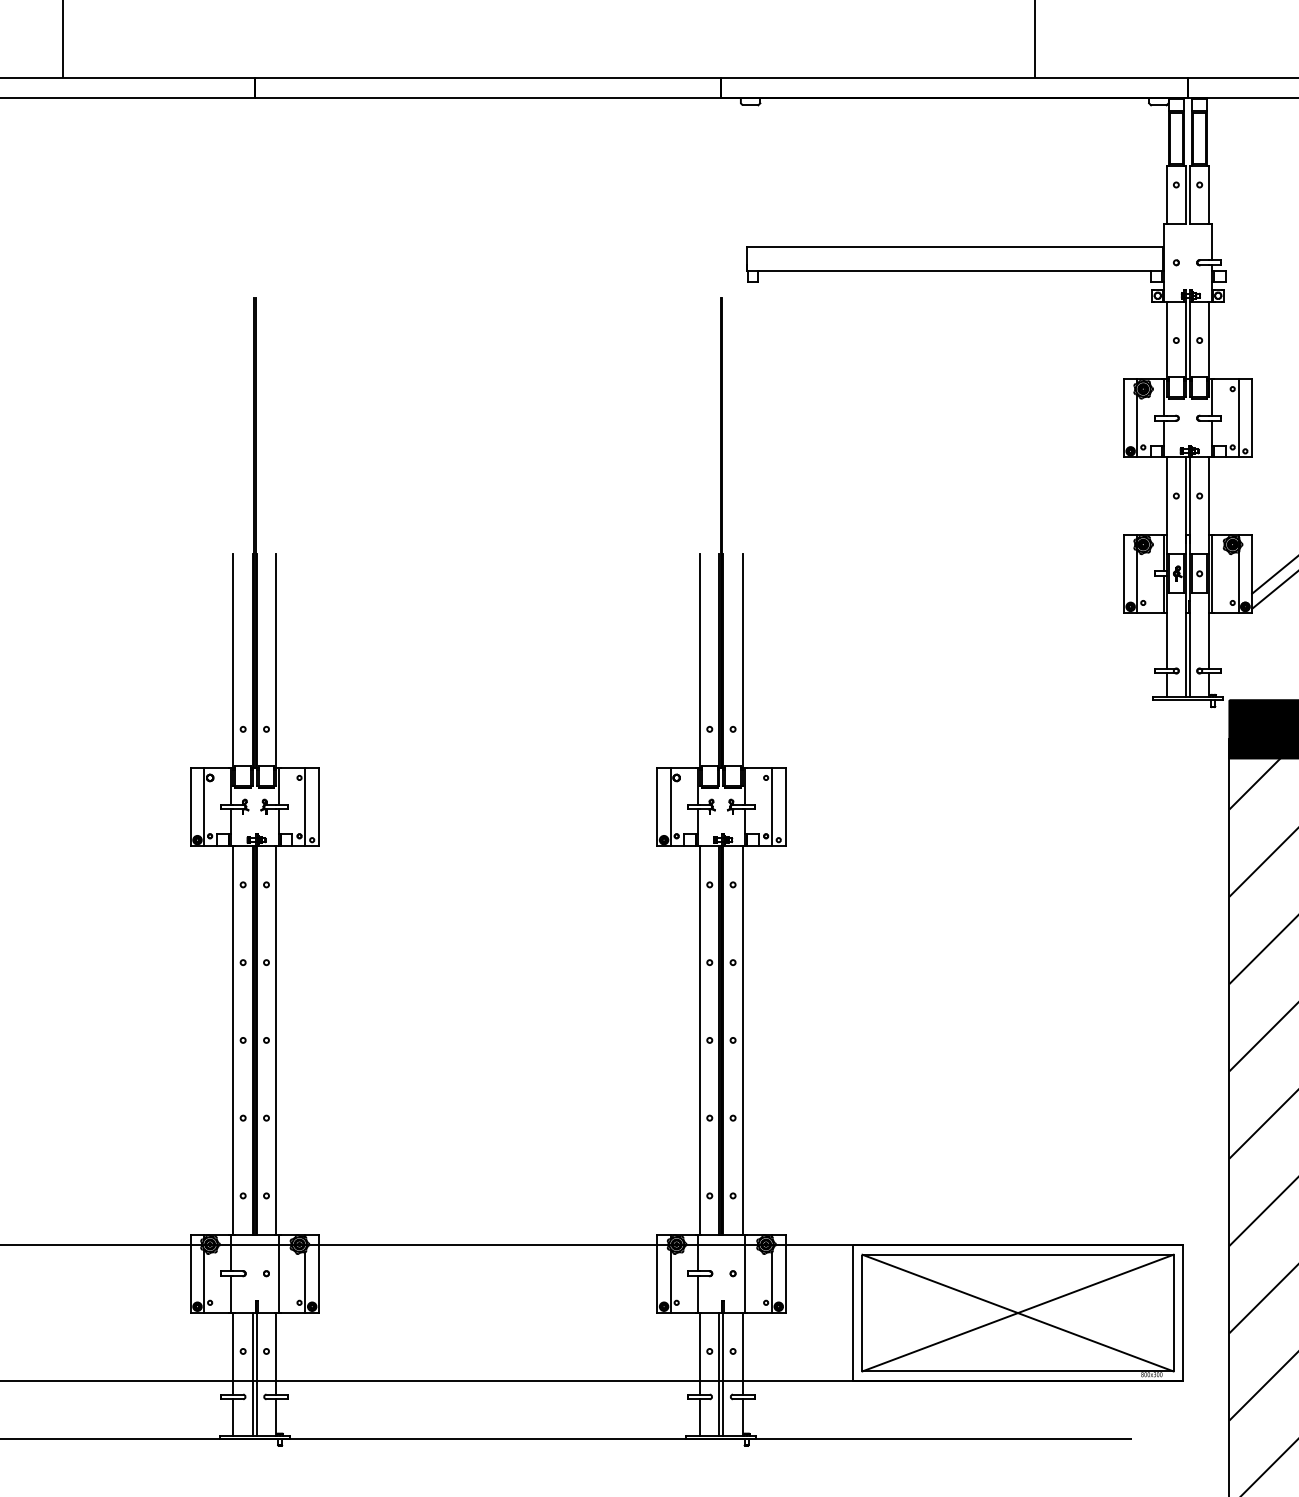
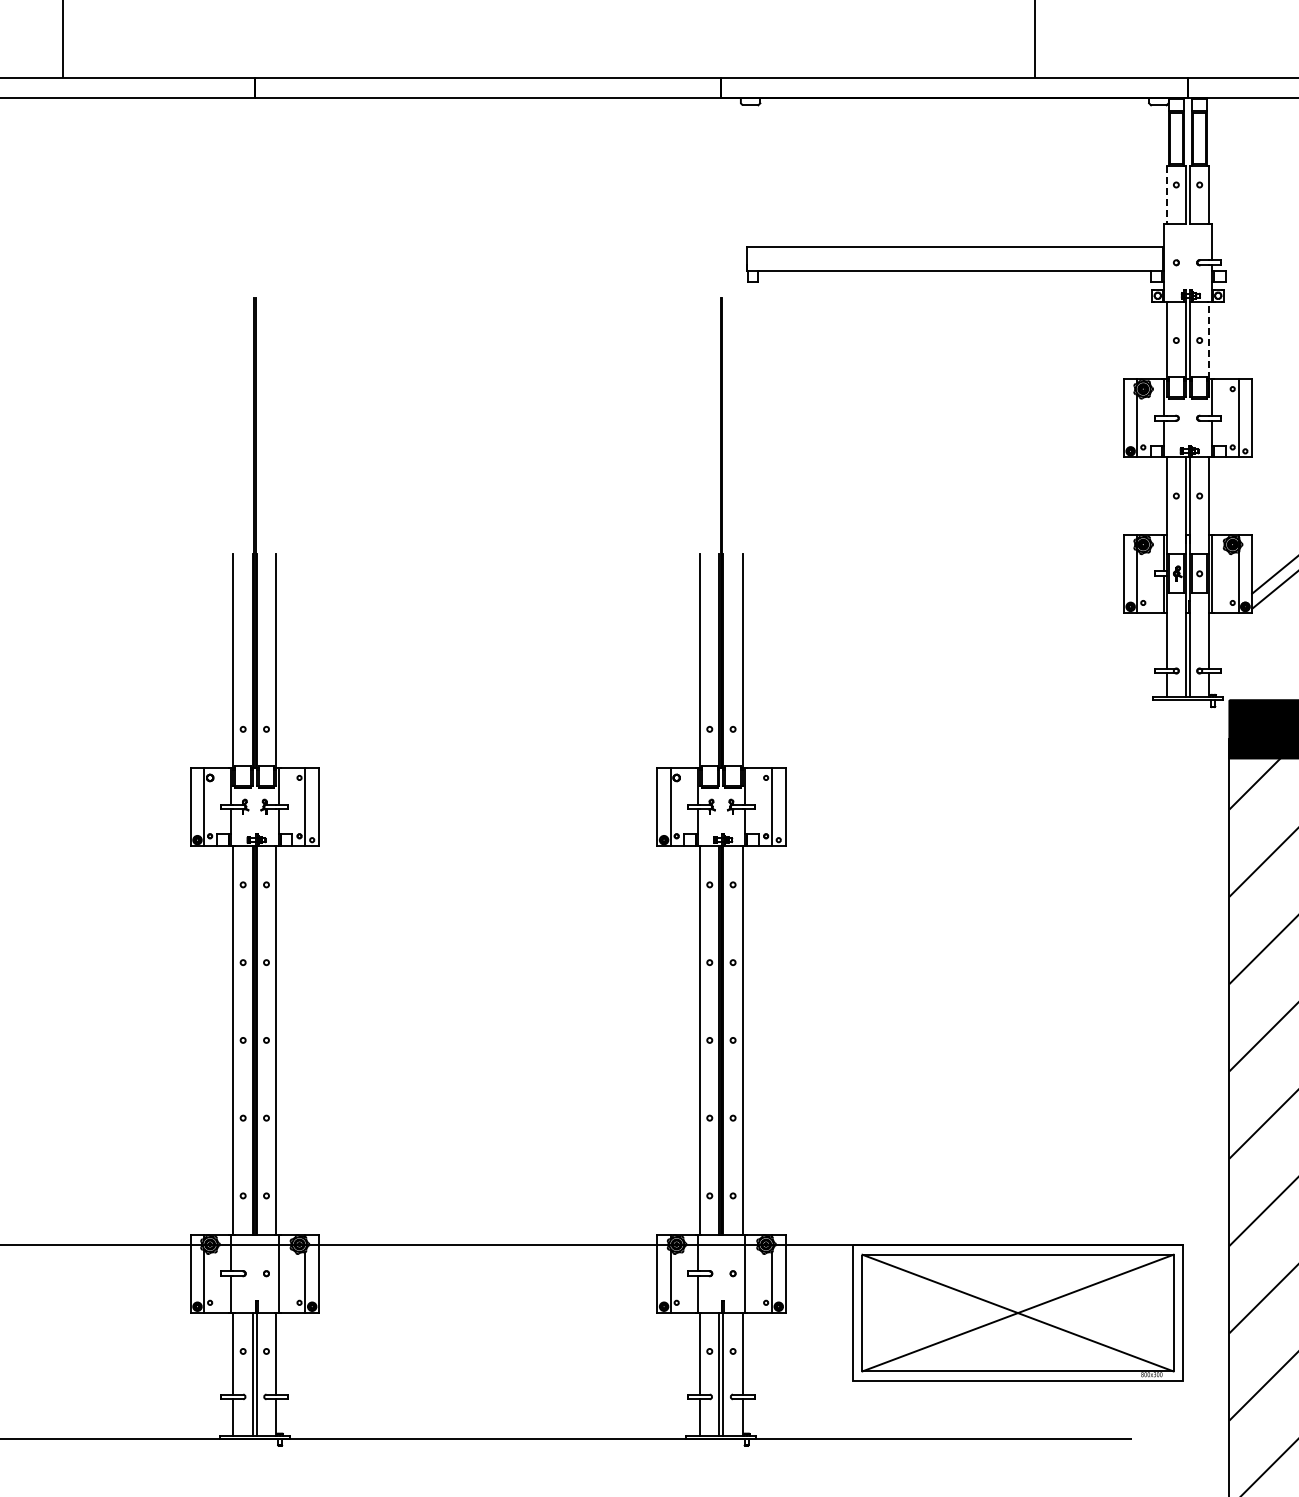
line at (1166, 195): solid -> dashed
line at (1209, 340): solid -> dashed
line at (592, 1381): present -> none
